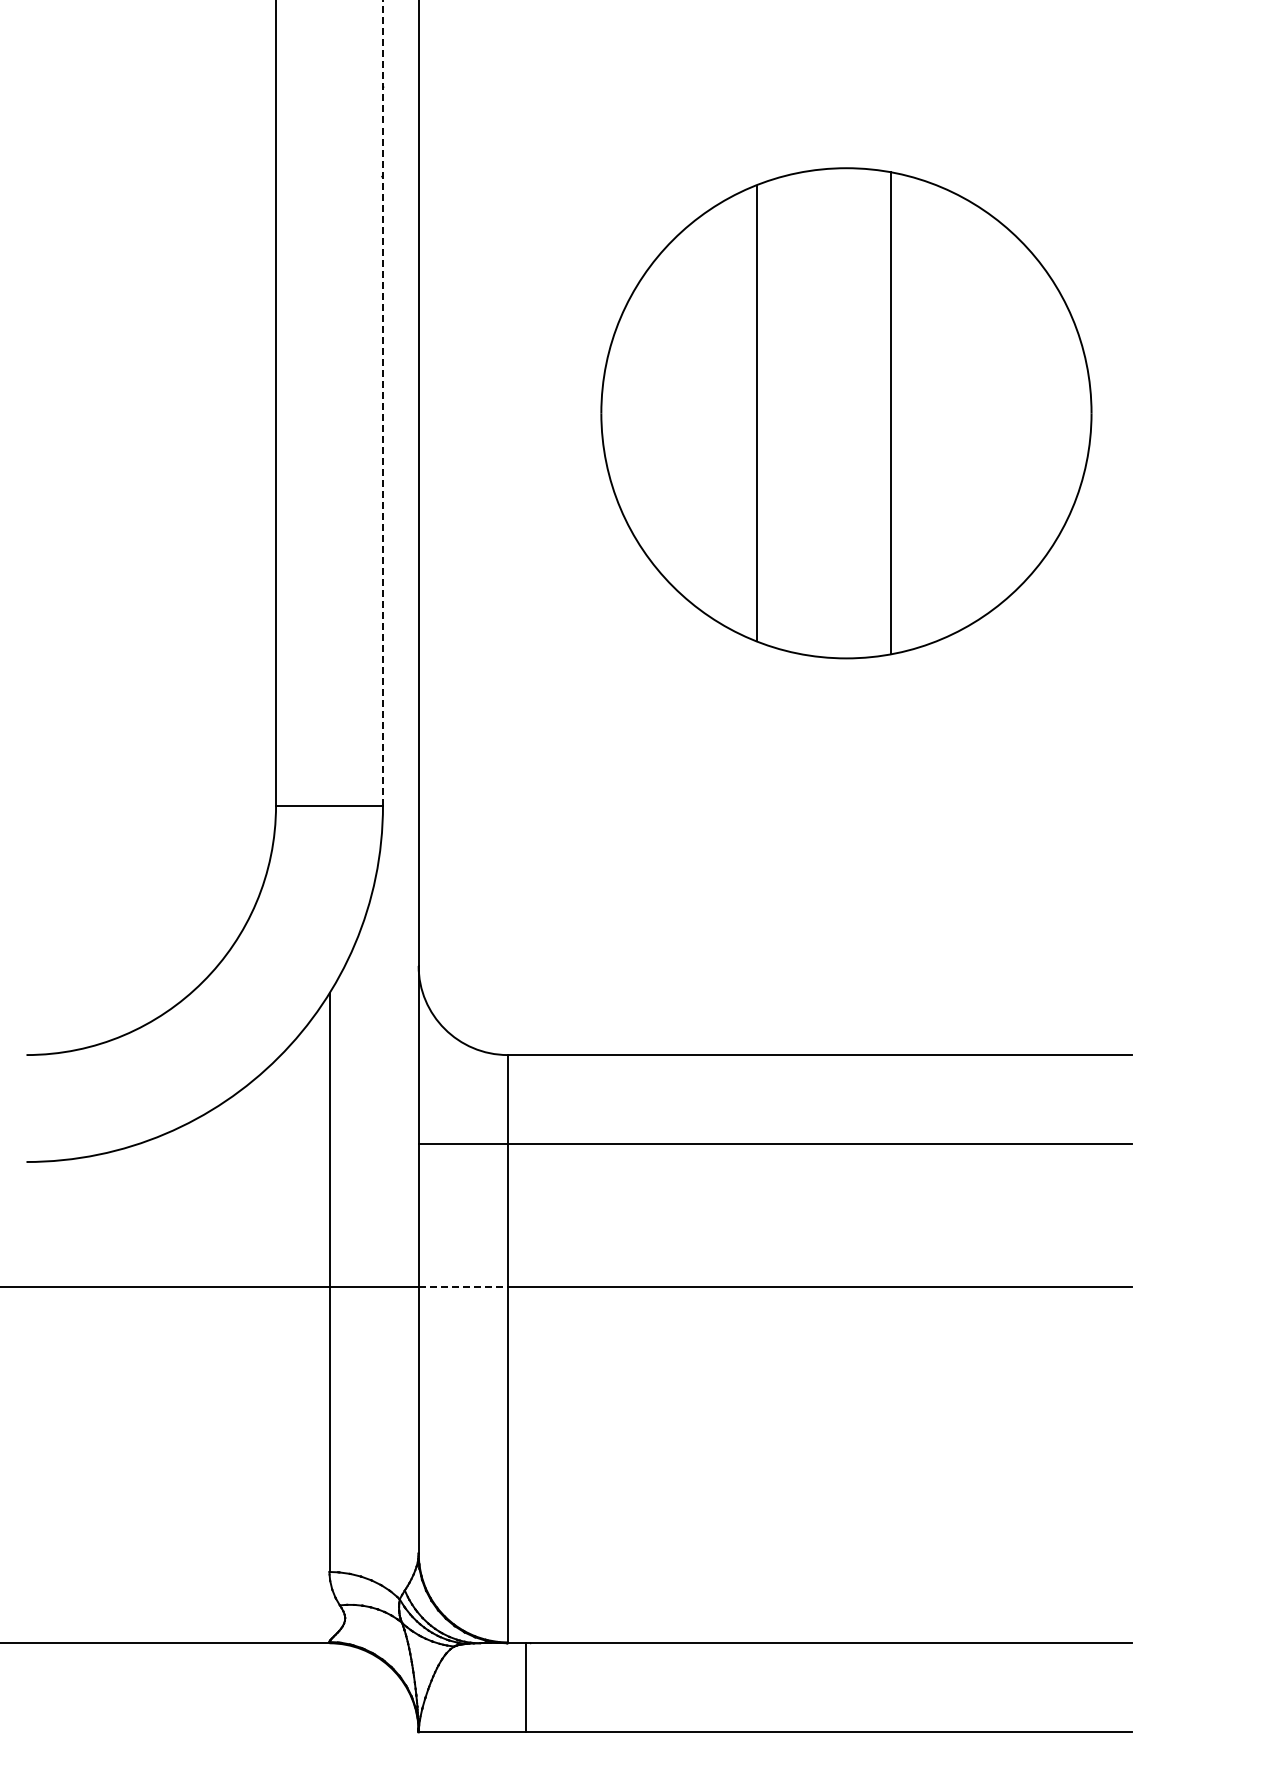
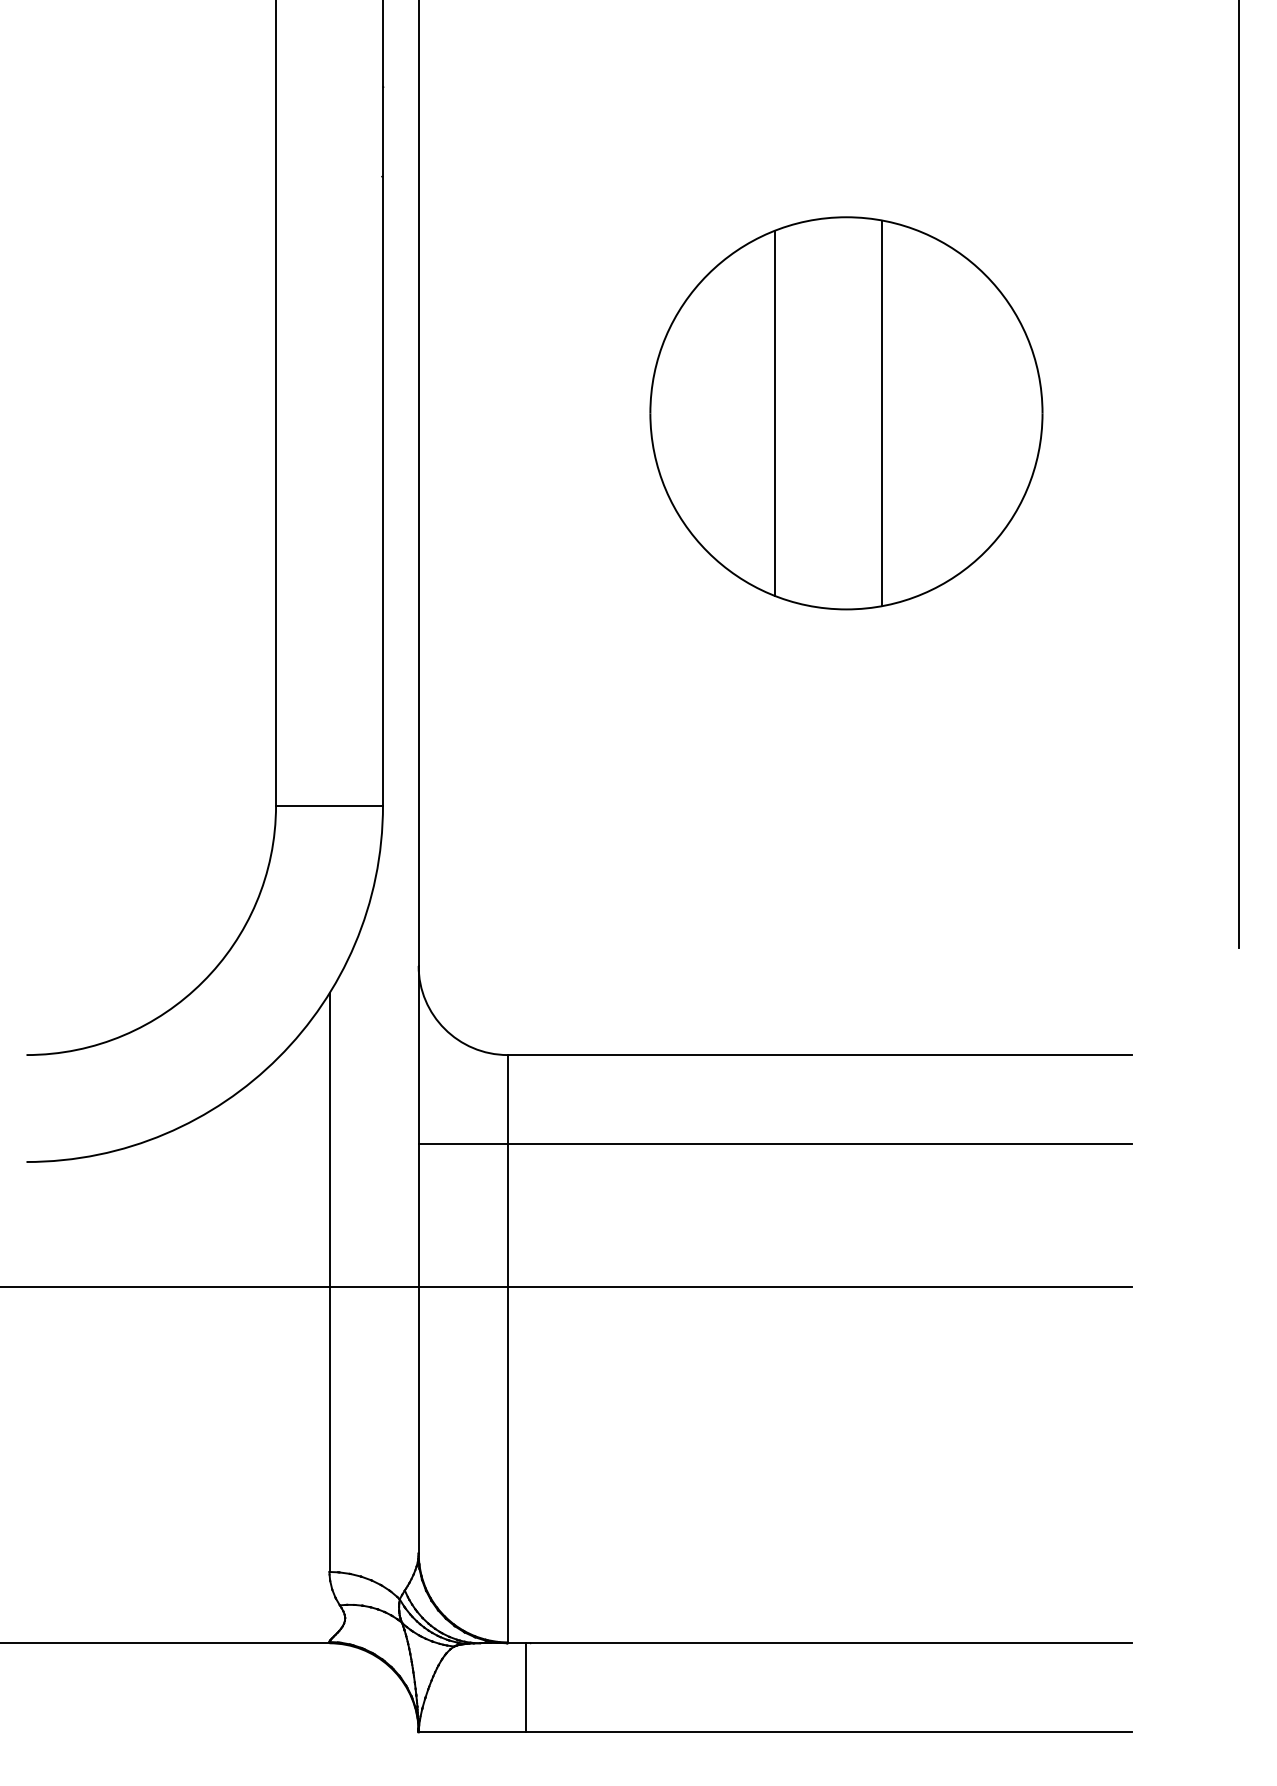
line at (383, 402): dashed -> solid
part at (846, 413) size: 493x493 px -> 395x395 px
line at (1238, 475): none -> present
line at (463, 1286): dashed -> solid
